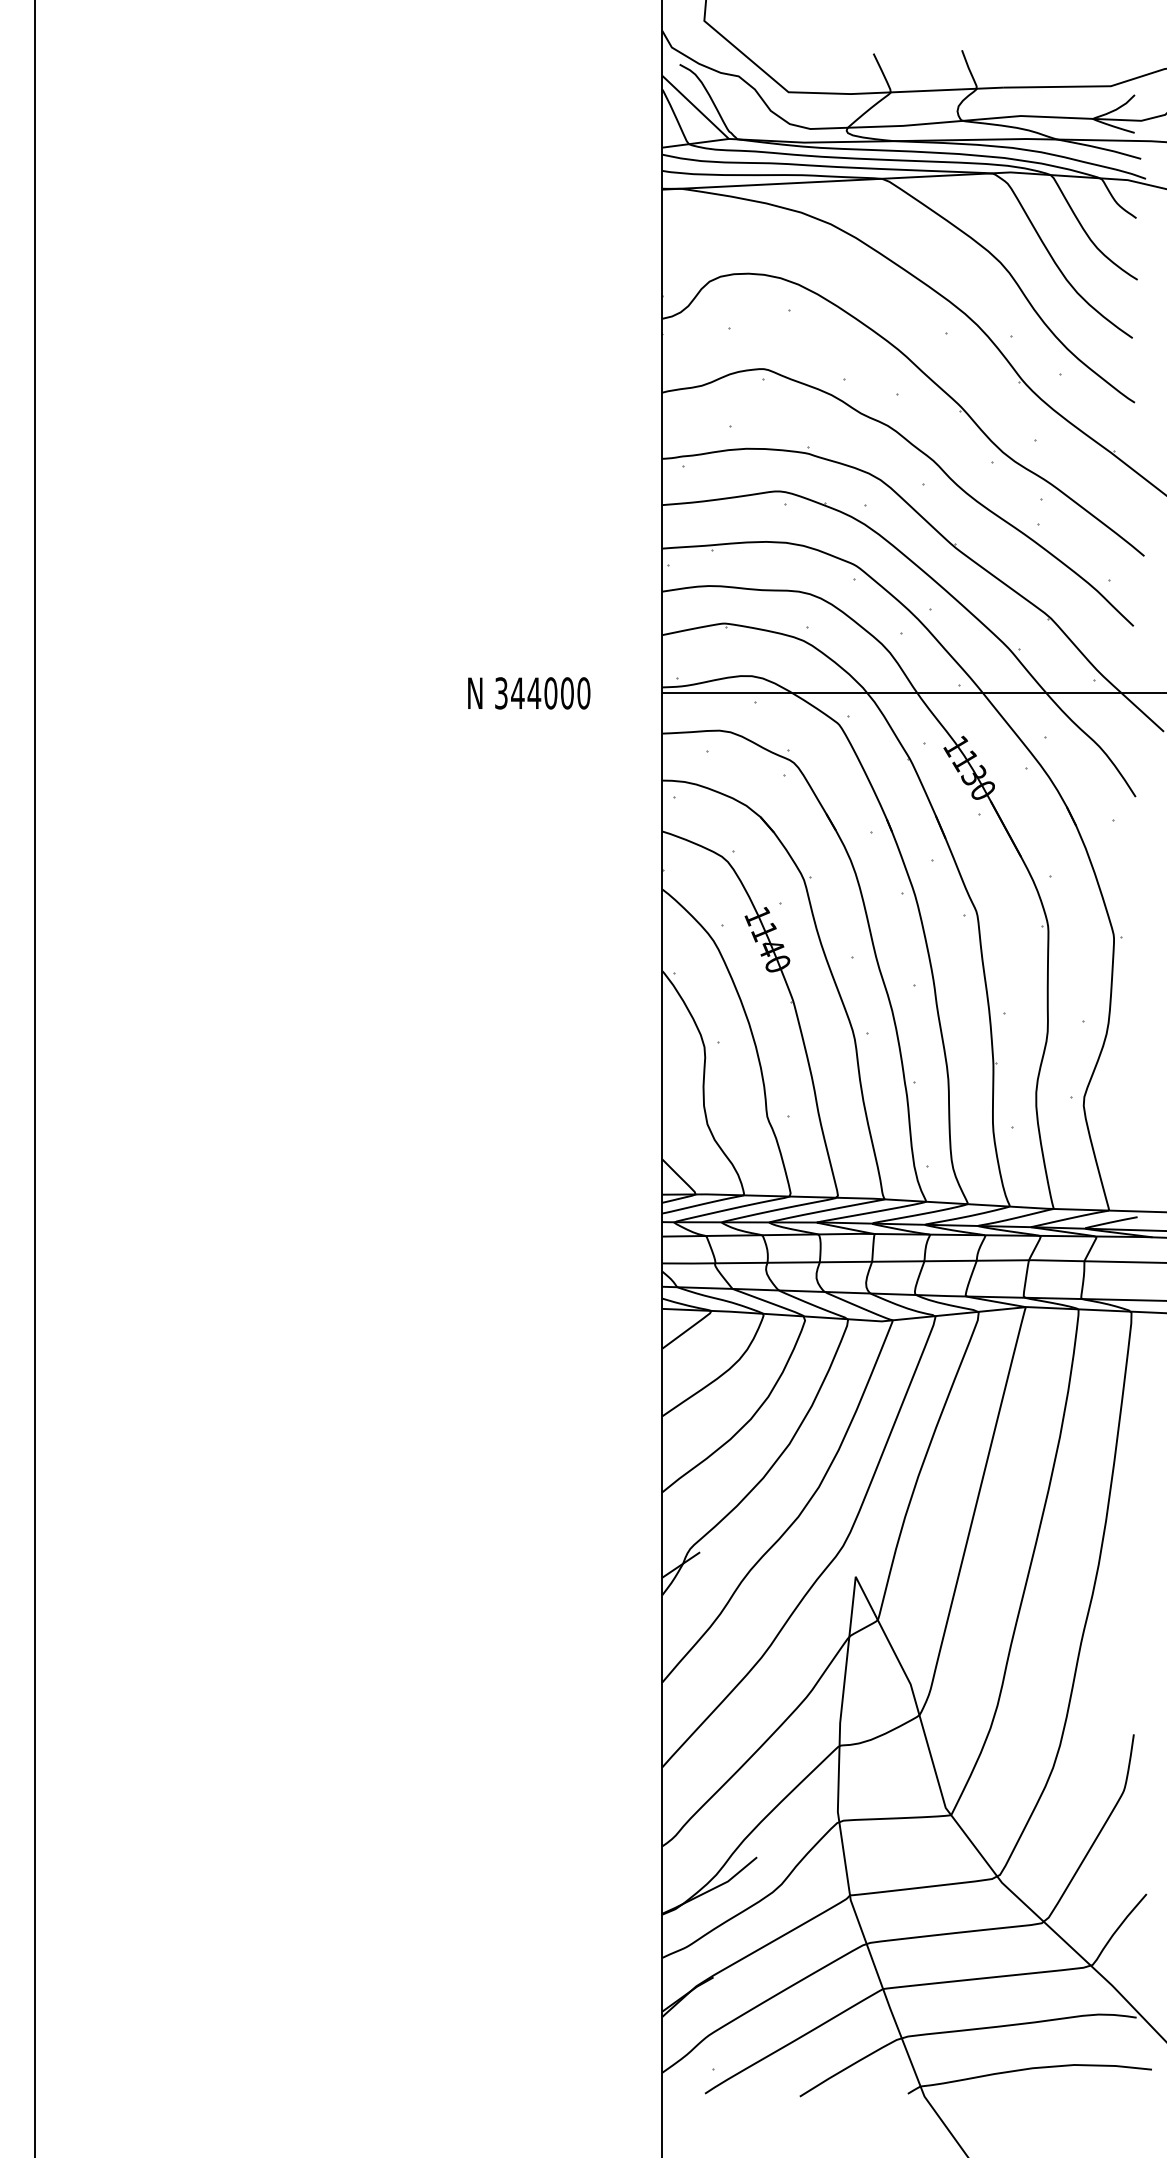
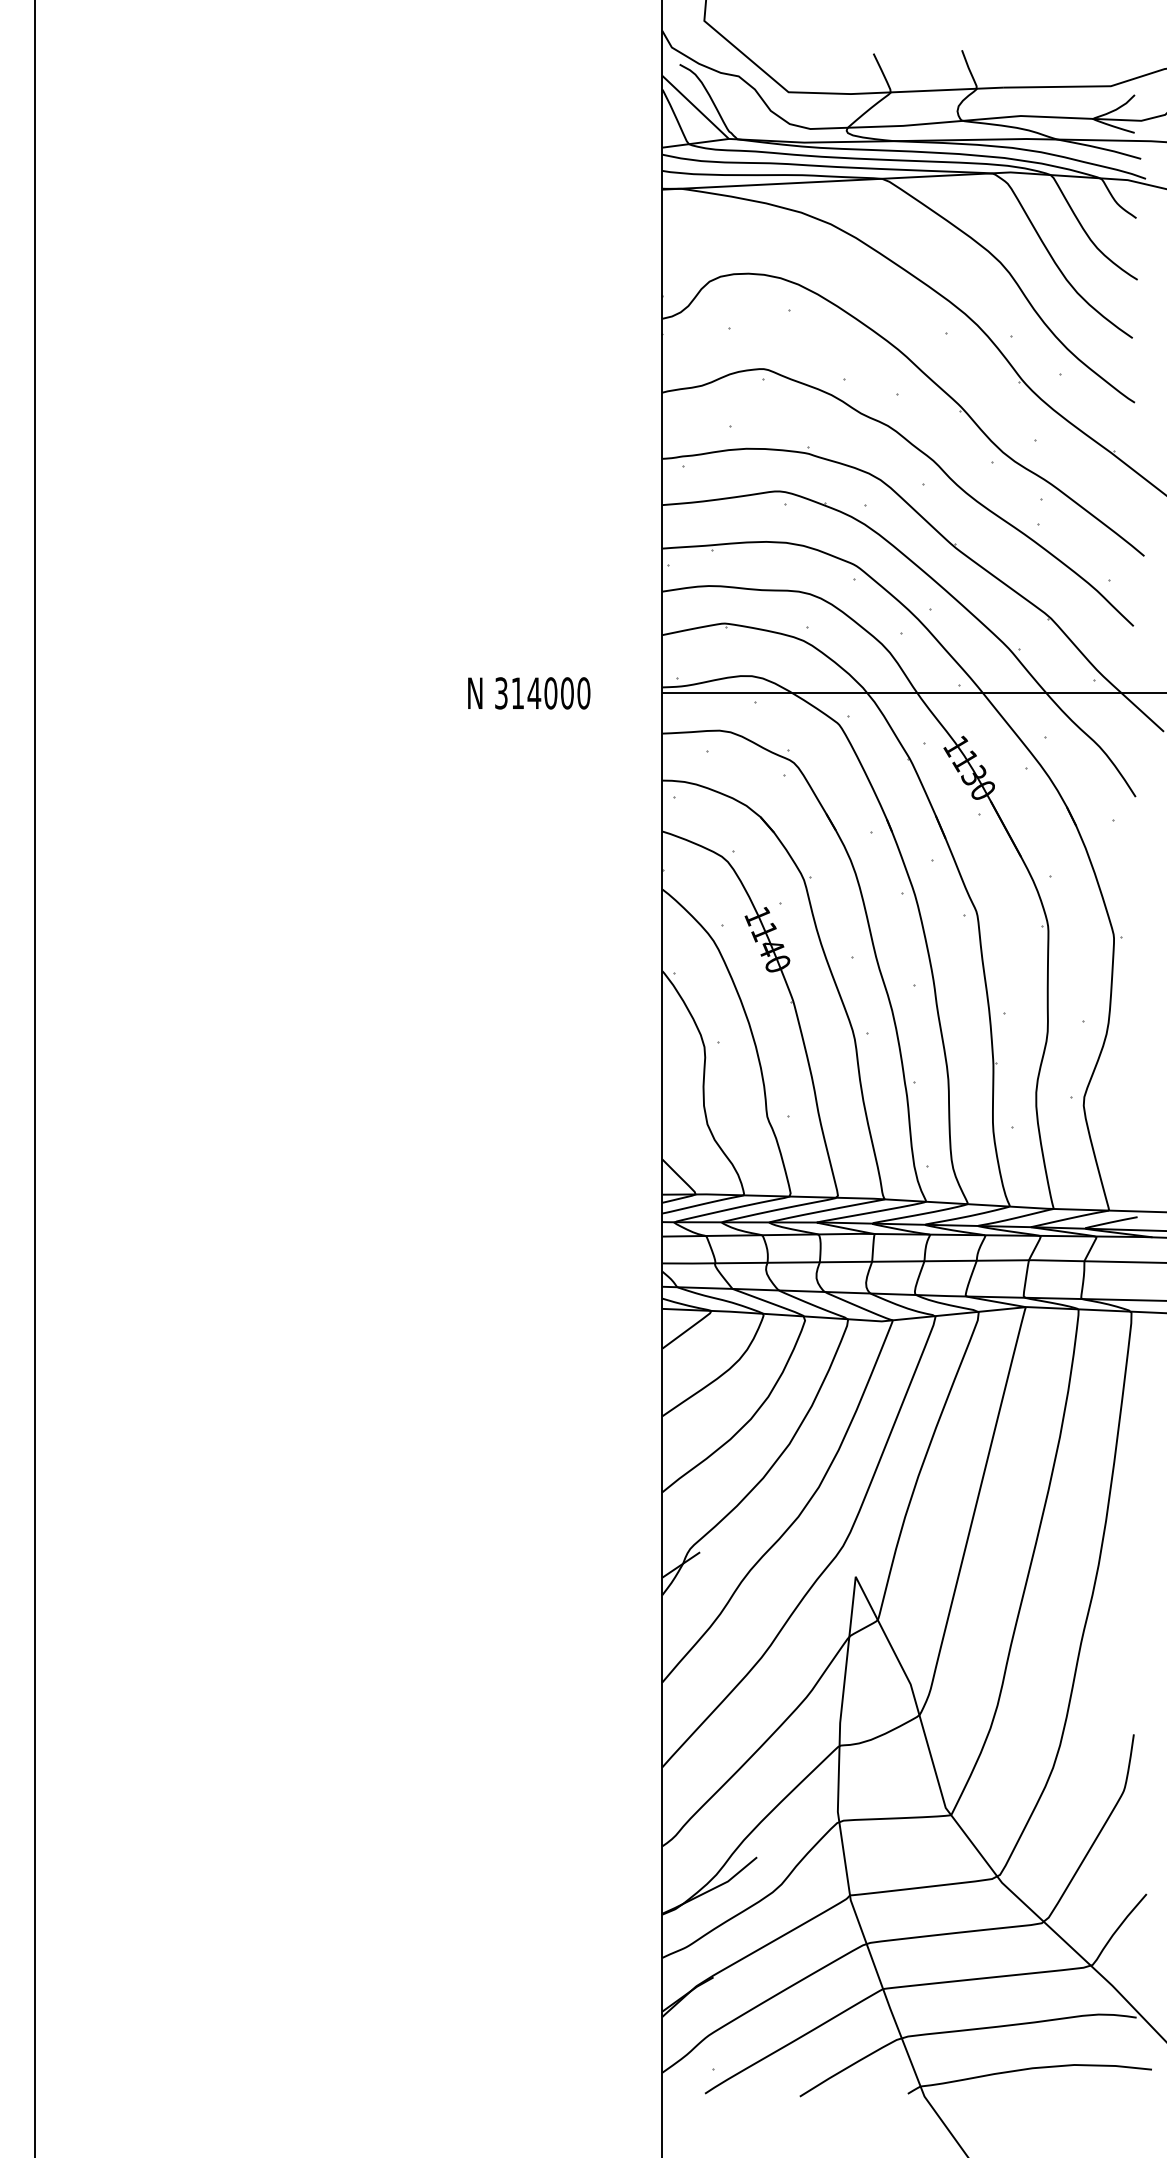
text at (517, 692): 344000 -> 314000
